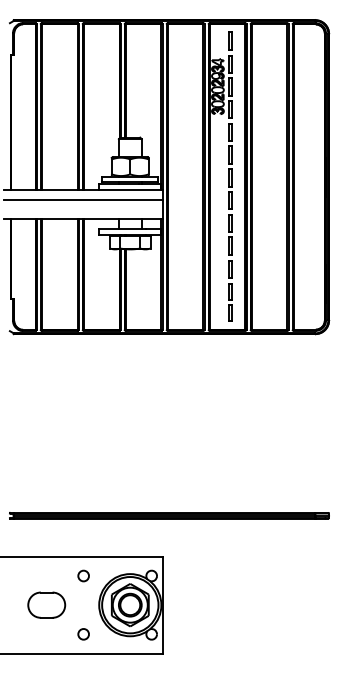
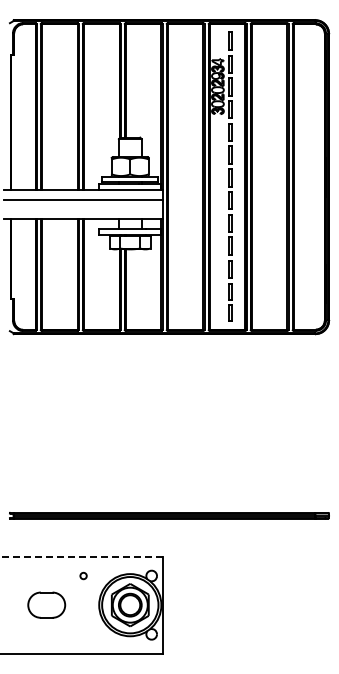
line at (81, 556): solid -> dashed
circle at (83, 575) size: 13x14 px -> 9x10 px
circle at (83, 634): present -> none
